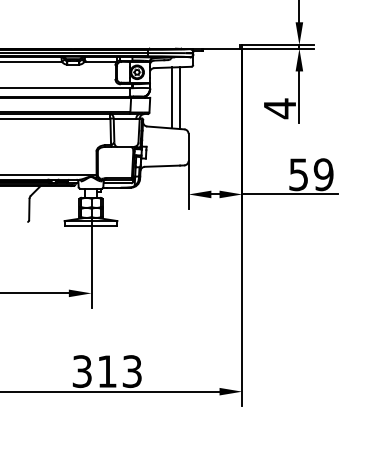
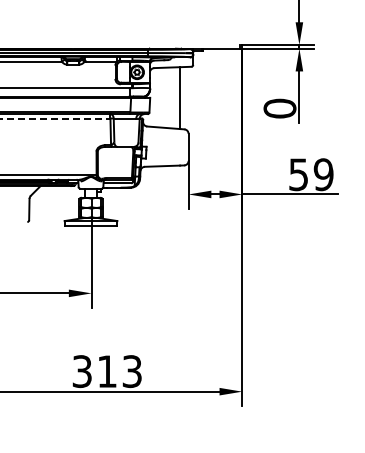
line at (172, 97): present -> none
text at (279, 108): 4 -> 0
line at (55, 118): solid -> dashed
